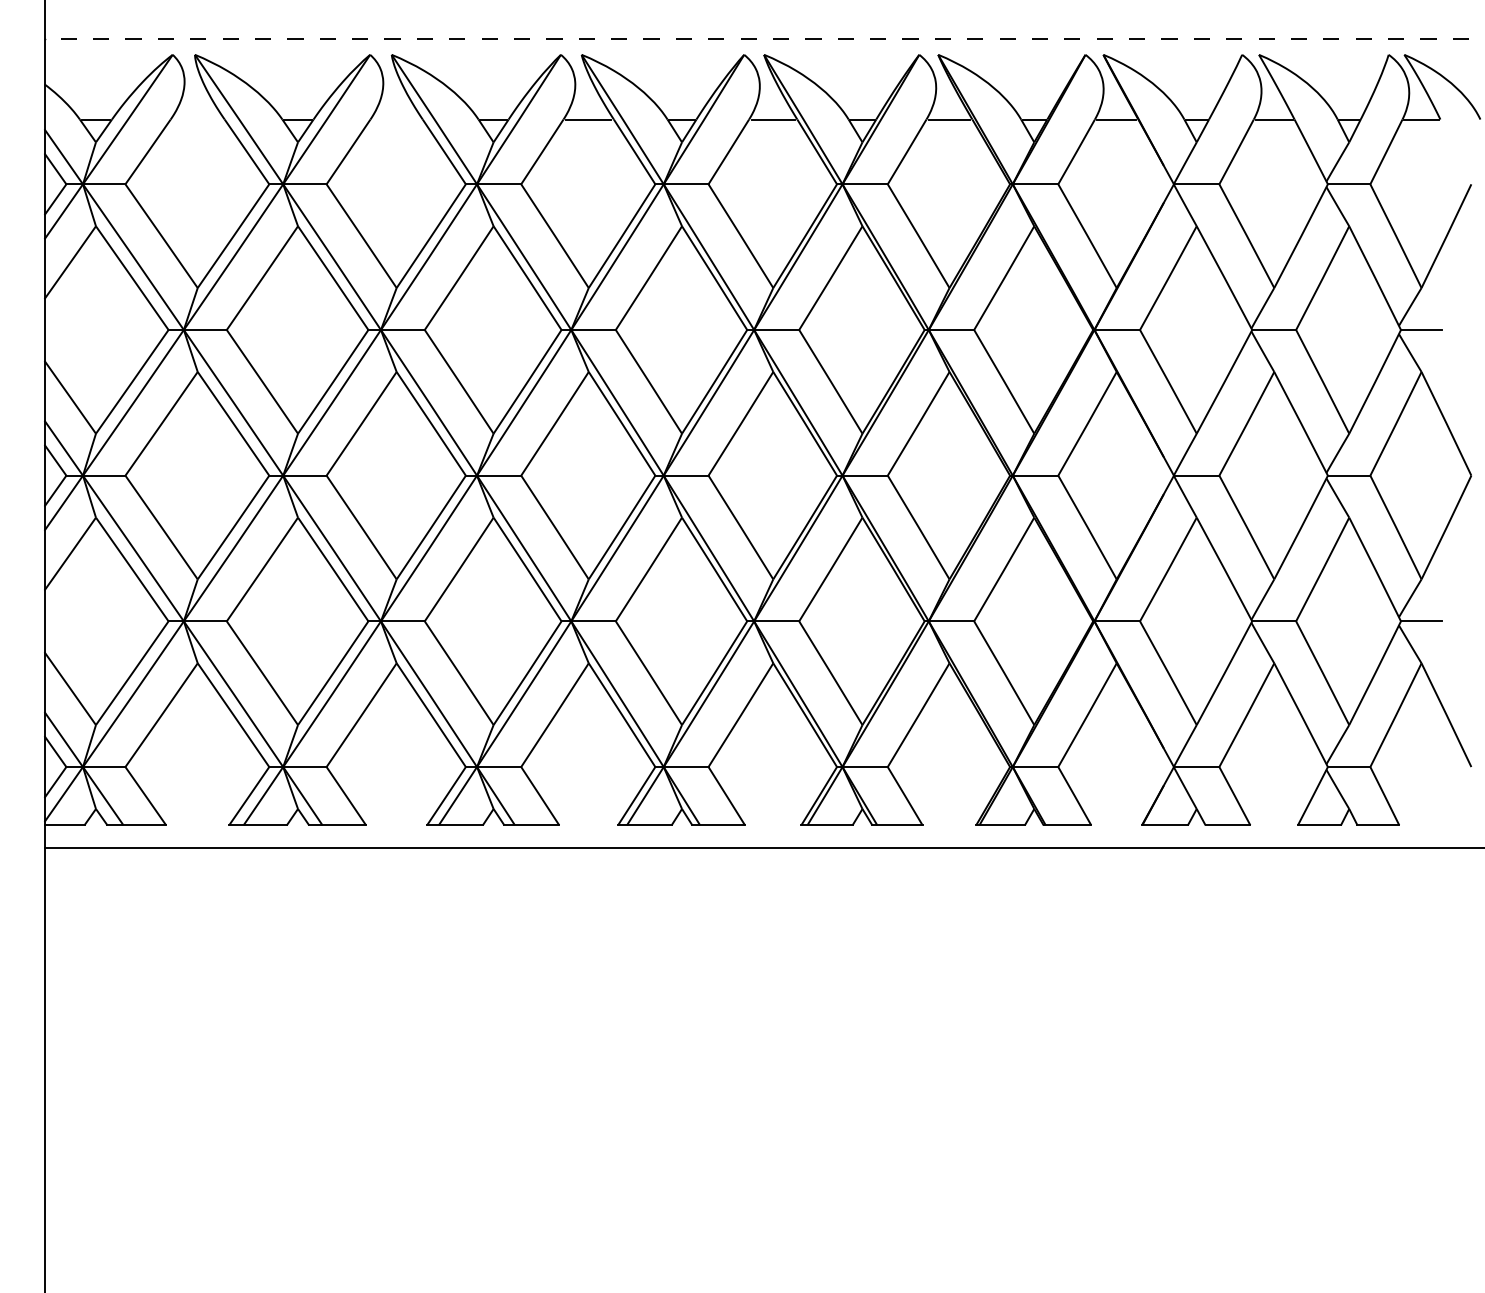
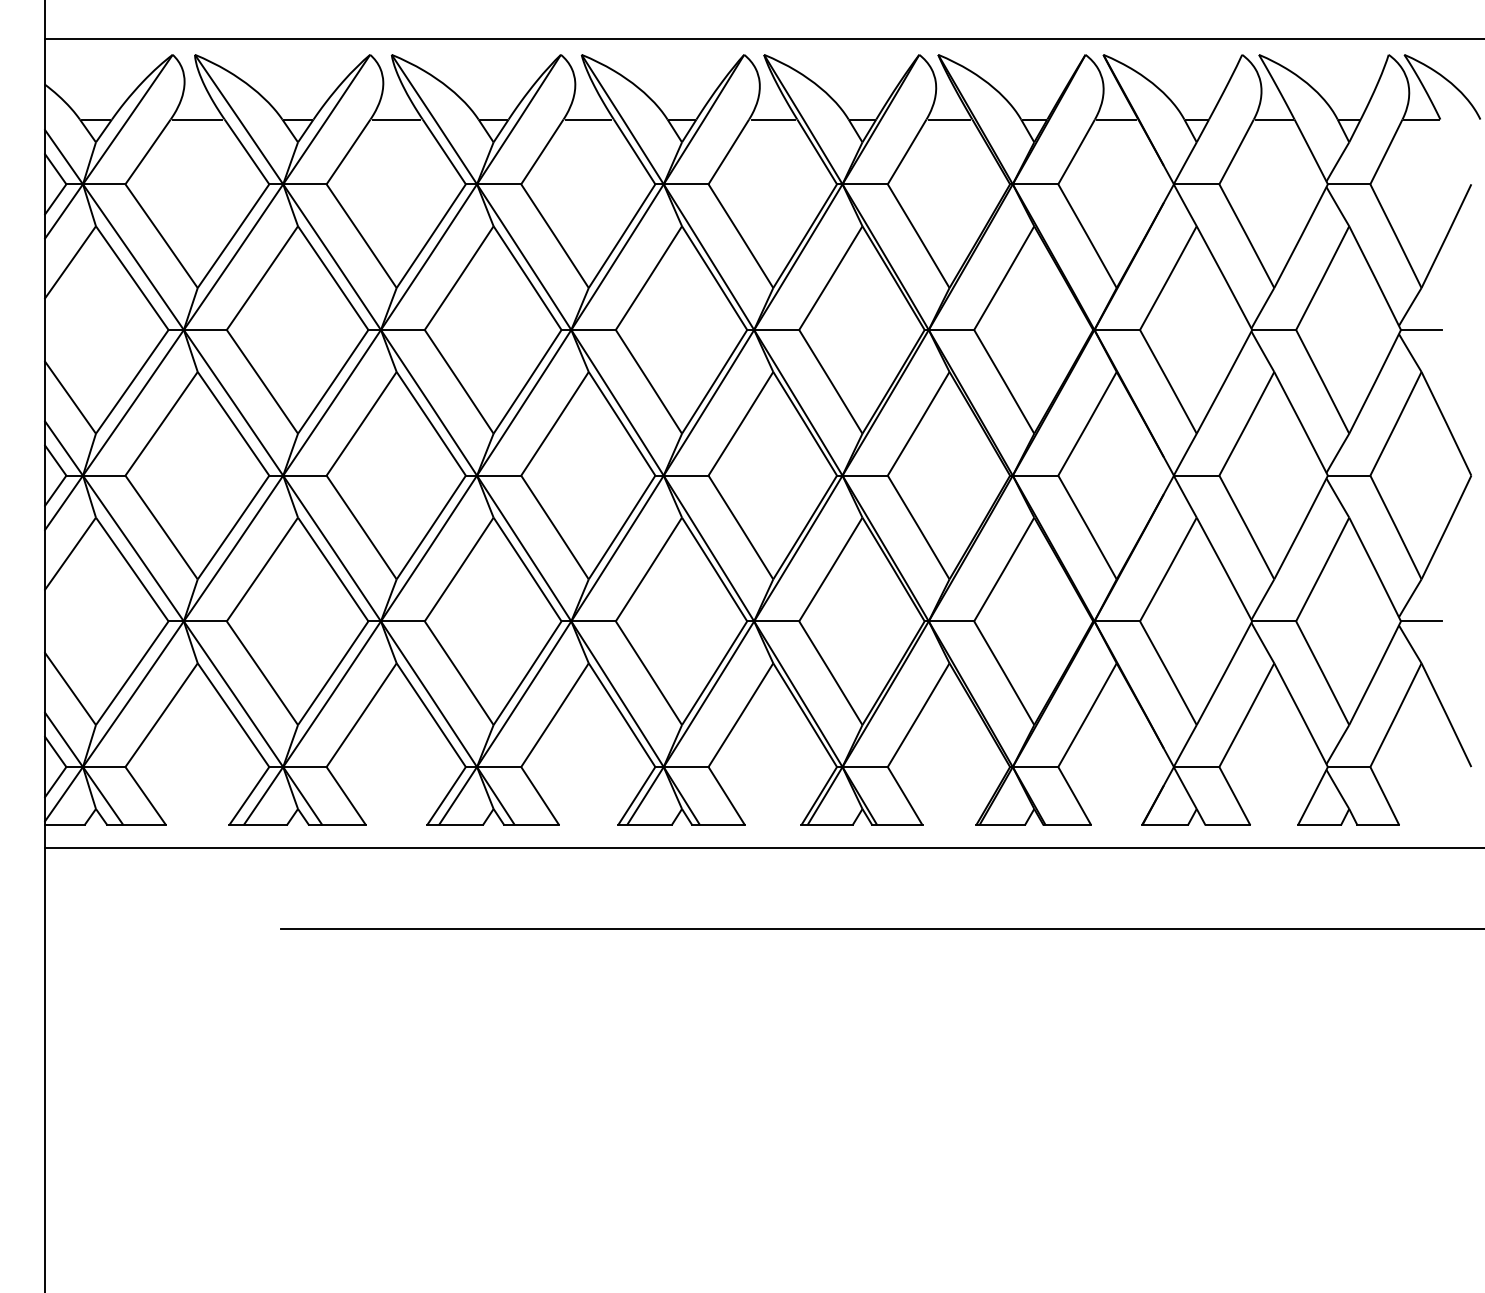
line at (764, 38): dashed -> solid
line at (197, 119): none -> present
line at (396, 119): none -> present
line at (881, 928): none -> present
